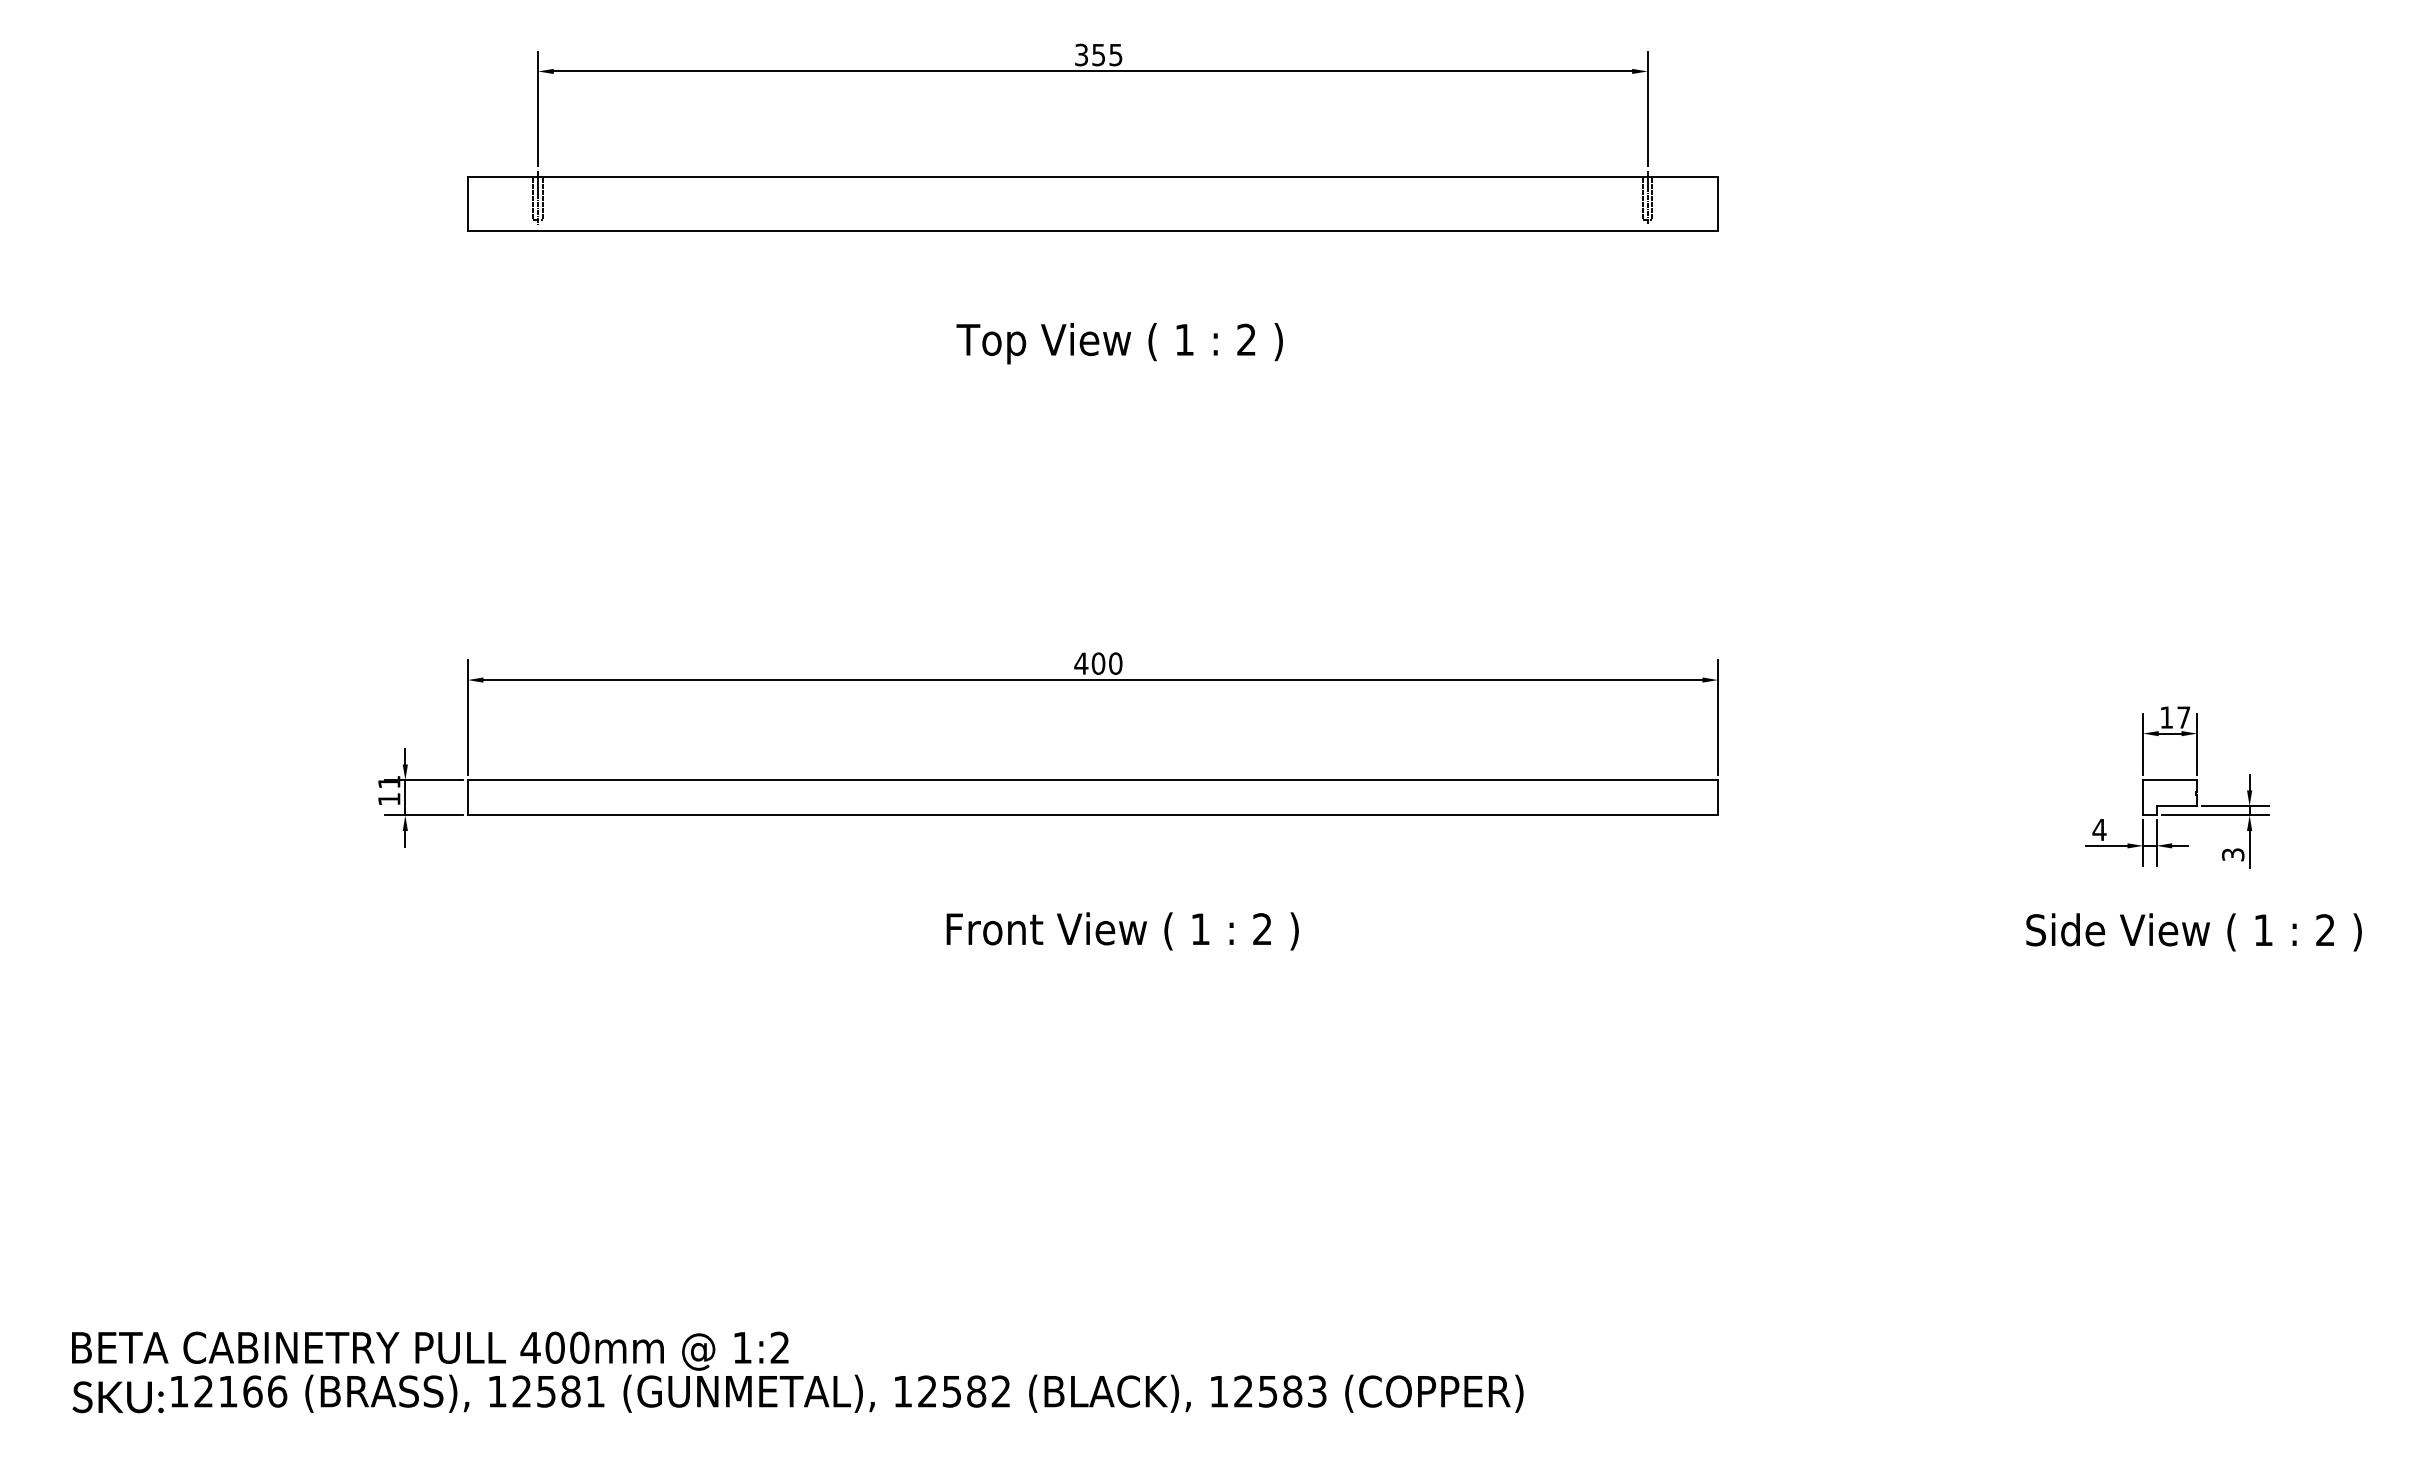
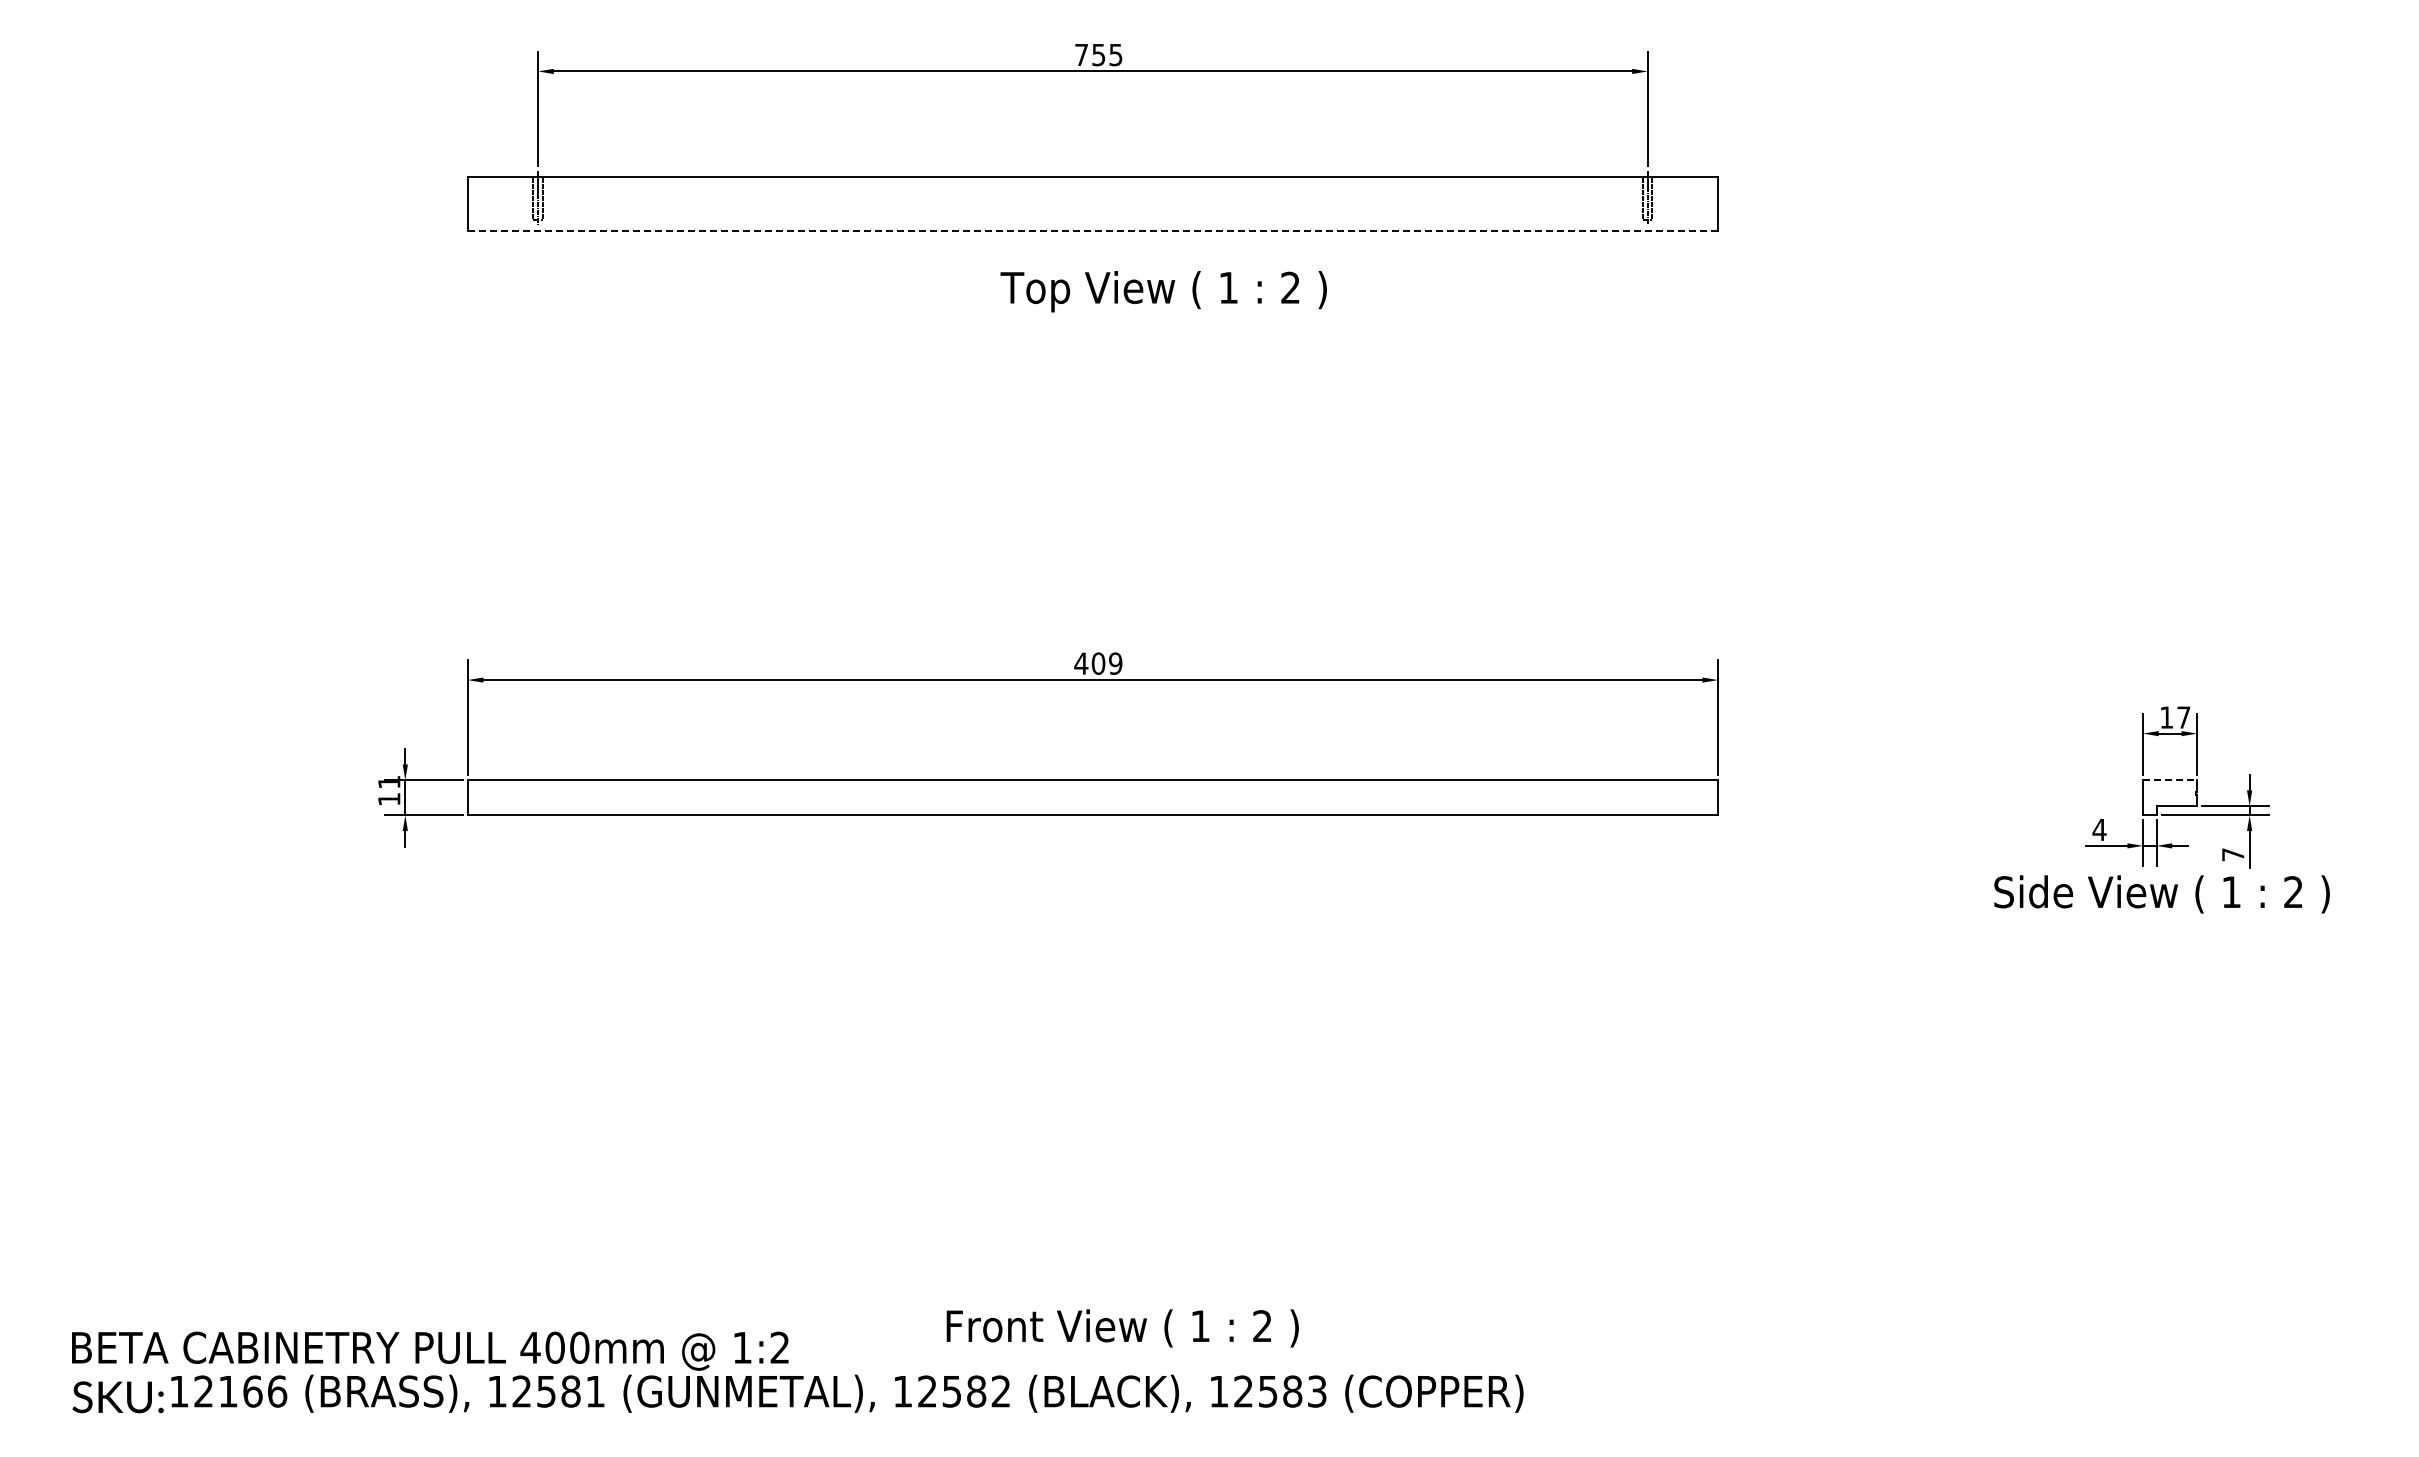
text at (1081, 54): 355 -> 755
line at (1092, 230): solid -> dashed
text at (1119, 343) position: (1119, 343) -> (1163, 291)
text at (1115, 663): 400 -> 409
line at (2170, 780): solid -> dashed
text at (2233, 854): 3 -> 7
text at (1122, 931) position: (1122, 931) -> (1122, 1328)
text at (2193, 932) position: (2193, 932) -> (2161, 894)
